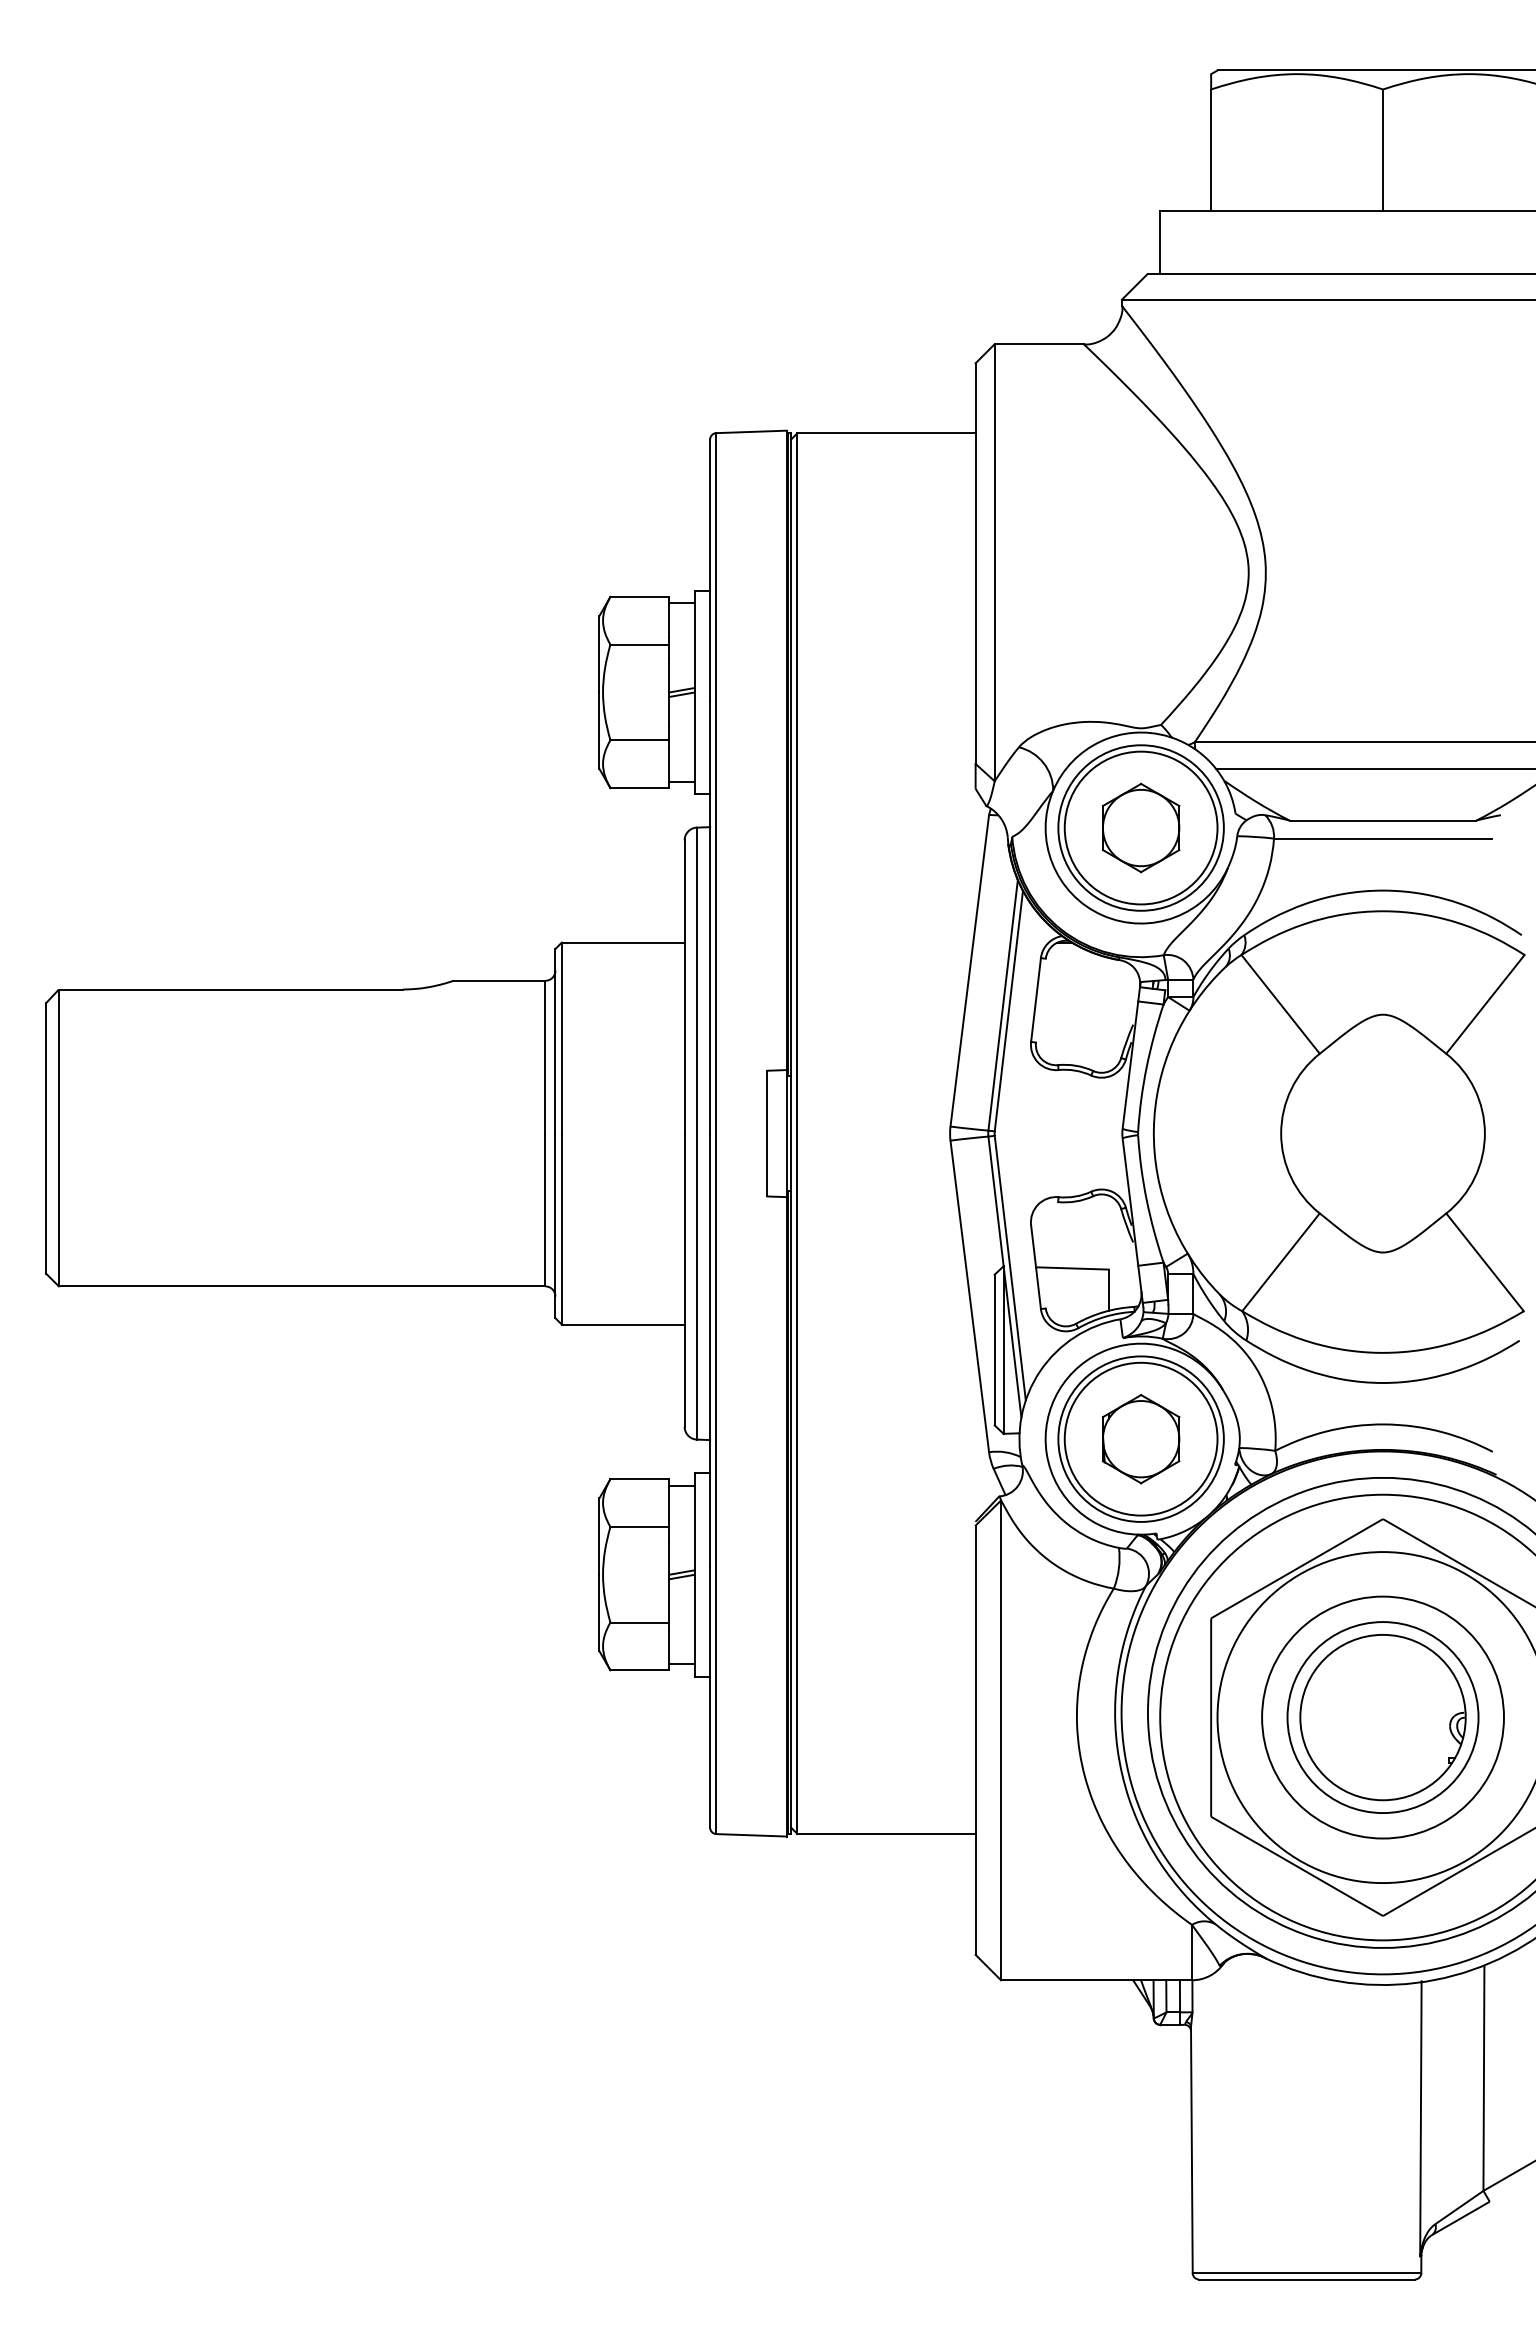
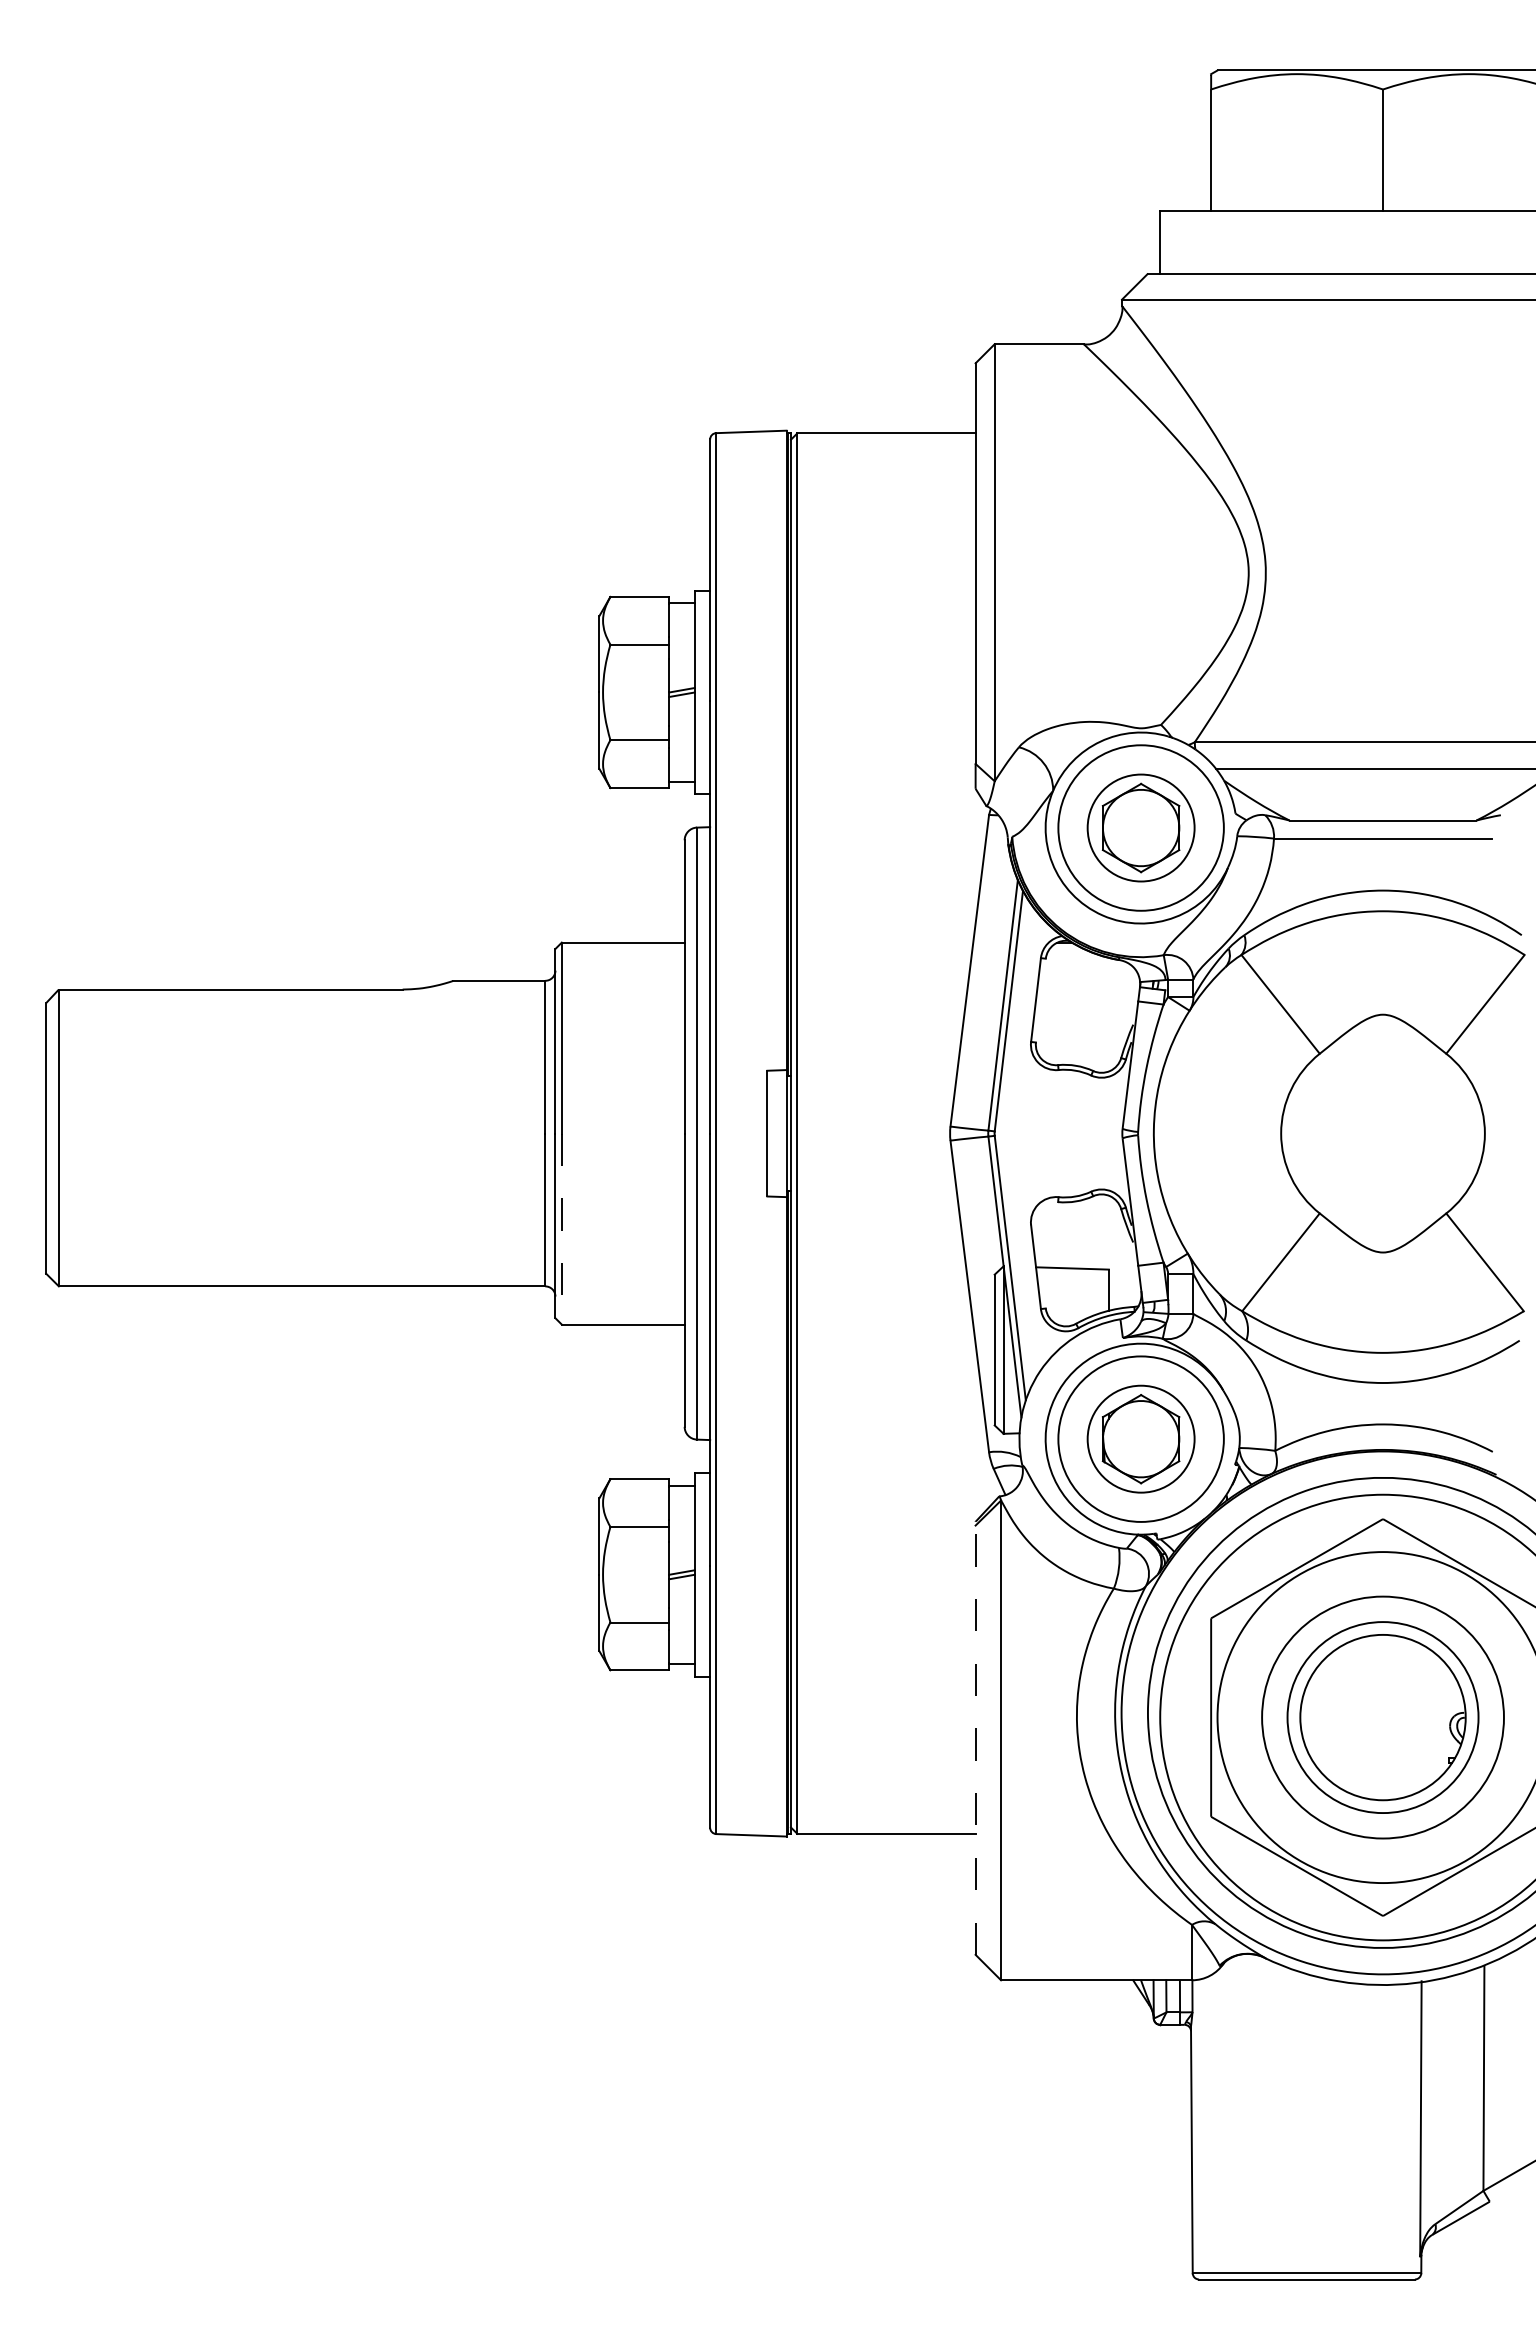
circle at (1140, 827) diameter: 153 px -> 107 px
line at (561, 1229): solid -> dashed
circle at (1140, 1438) diameter: 153 px -> 107 px
line at (975, 1740): solid -> dashed
